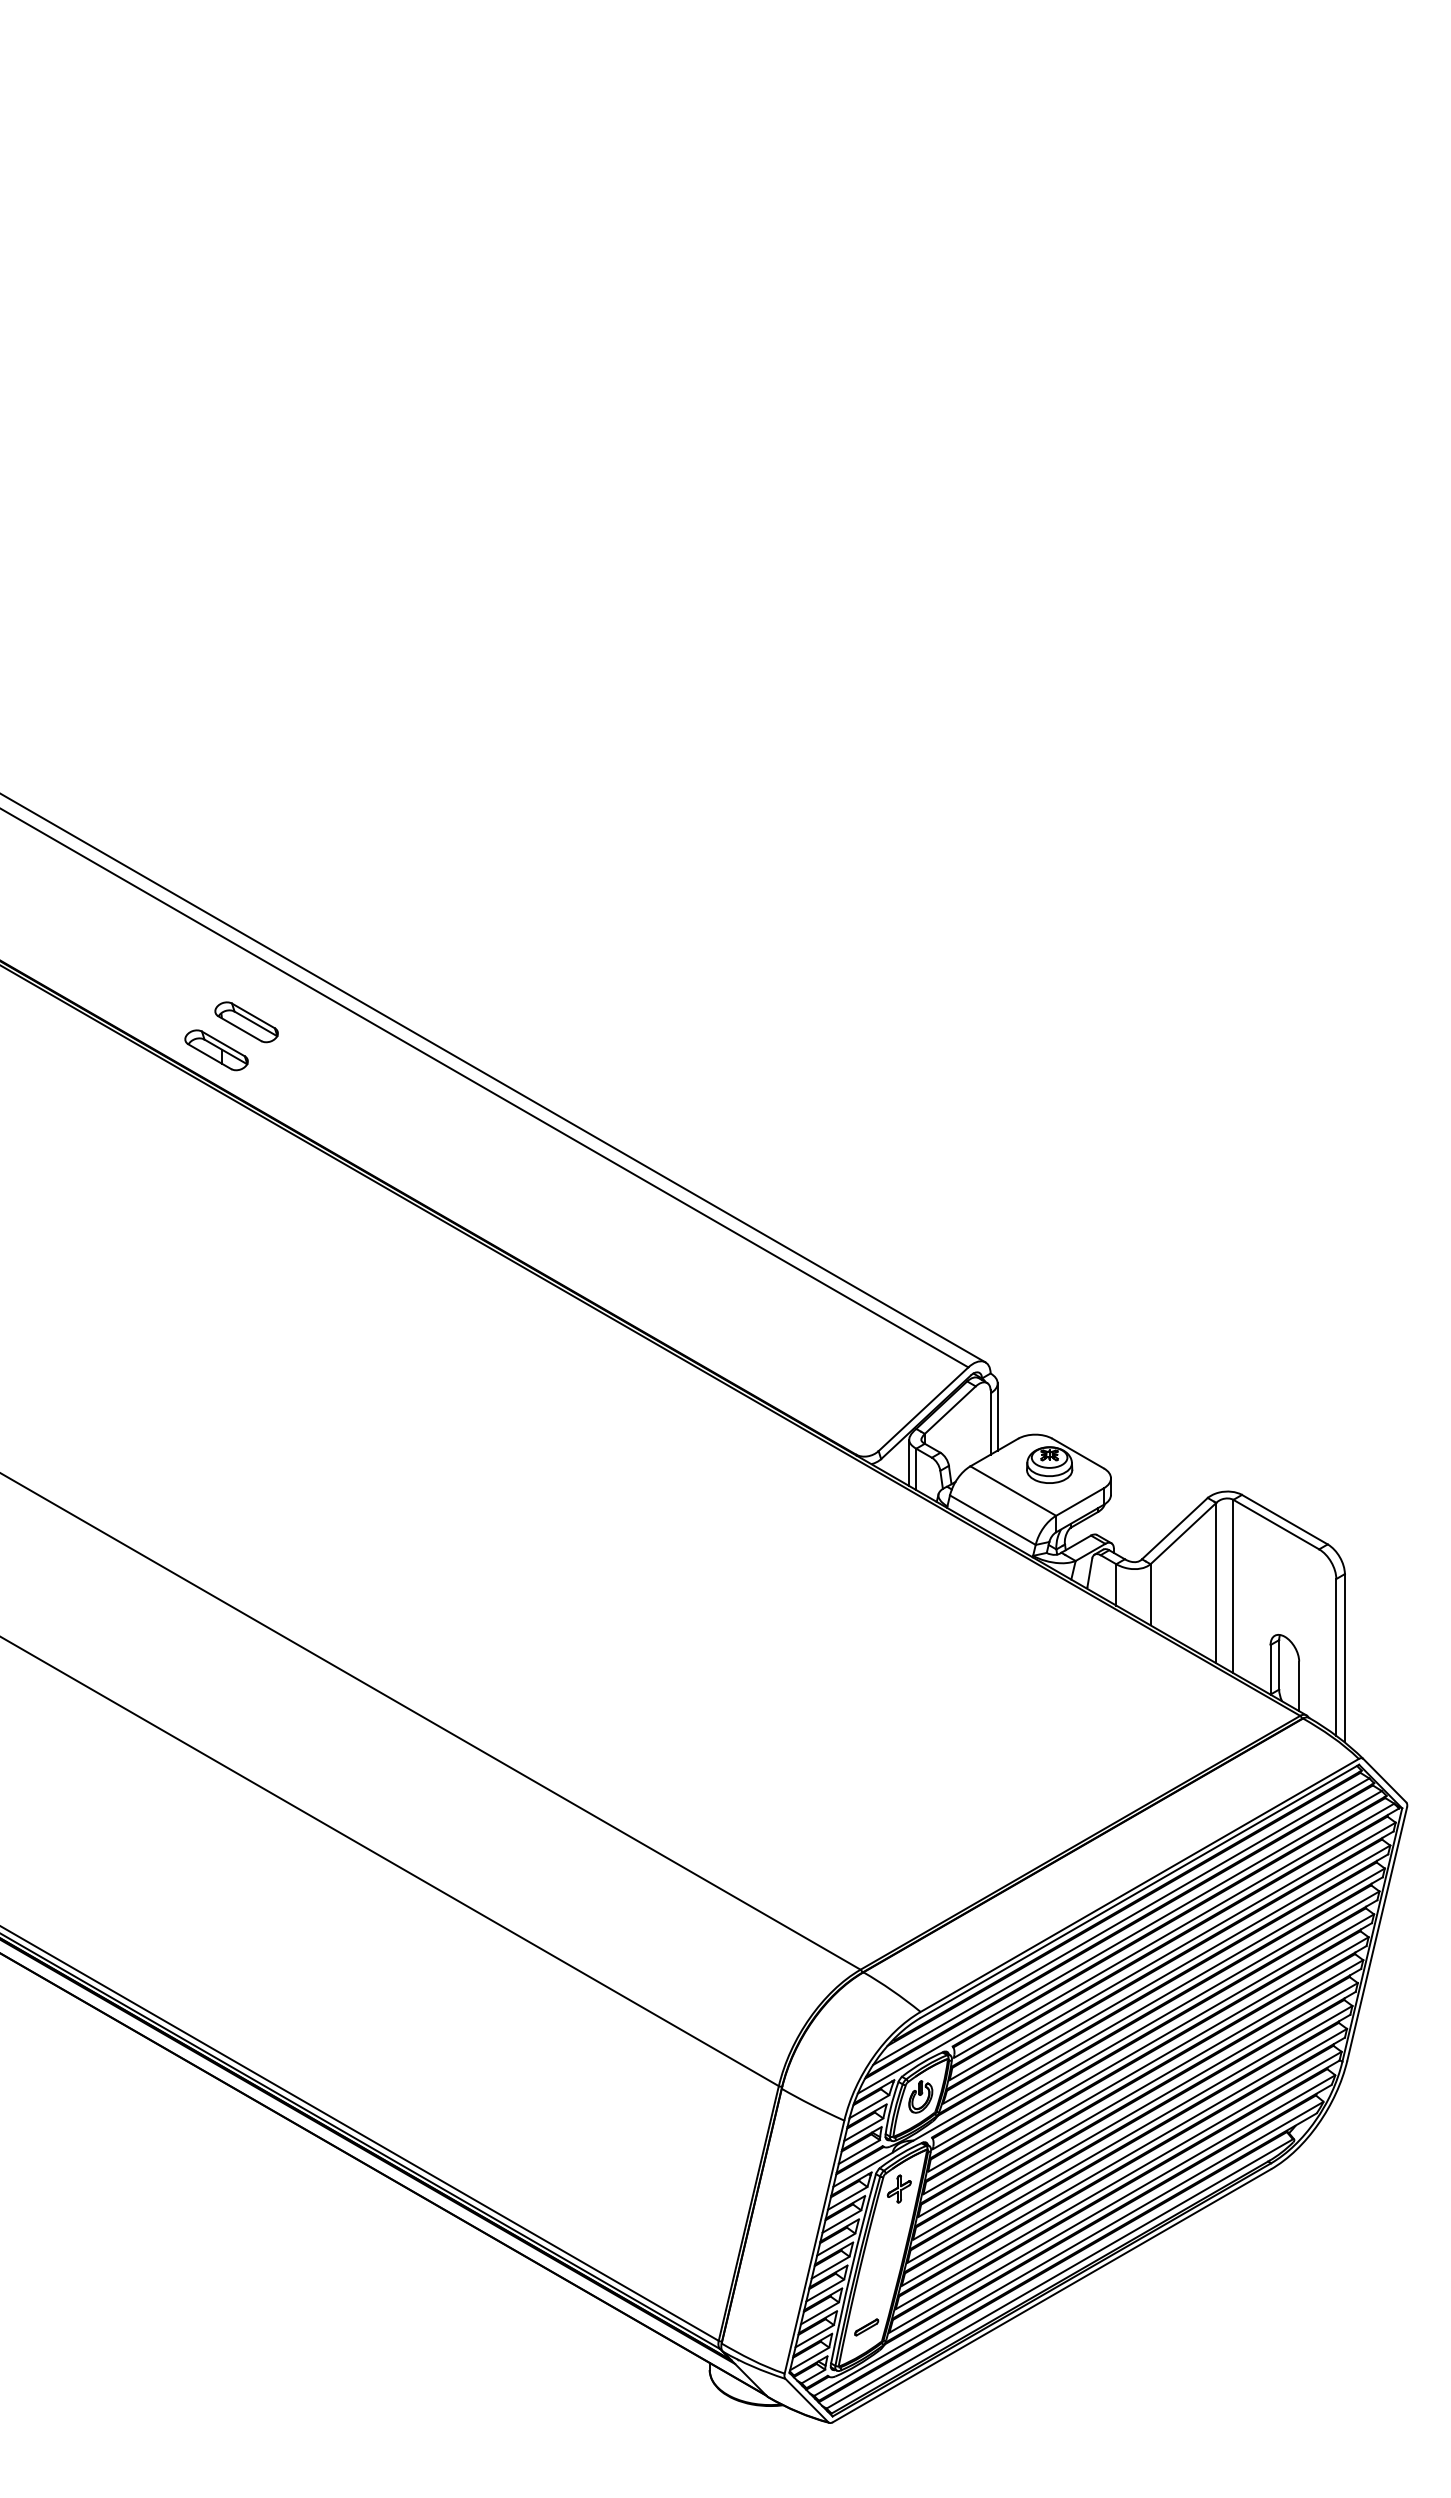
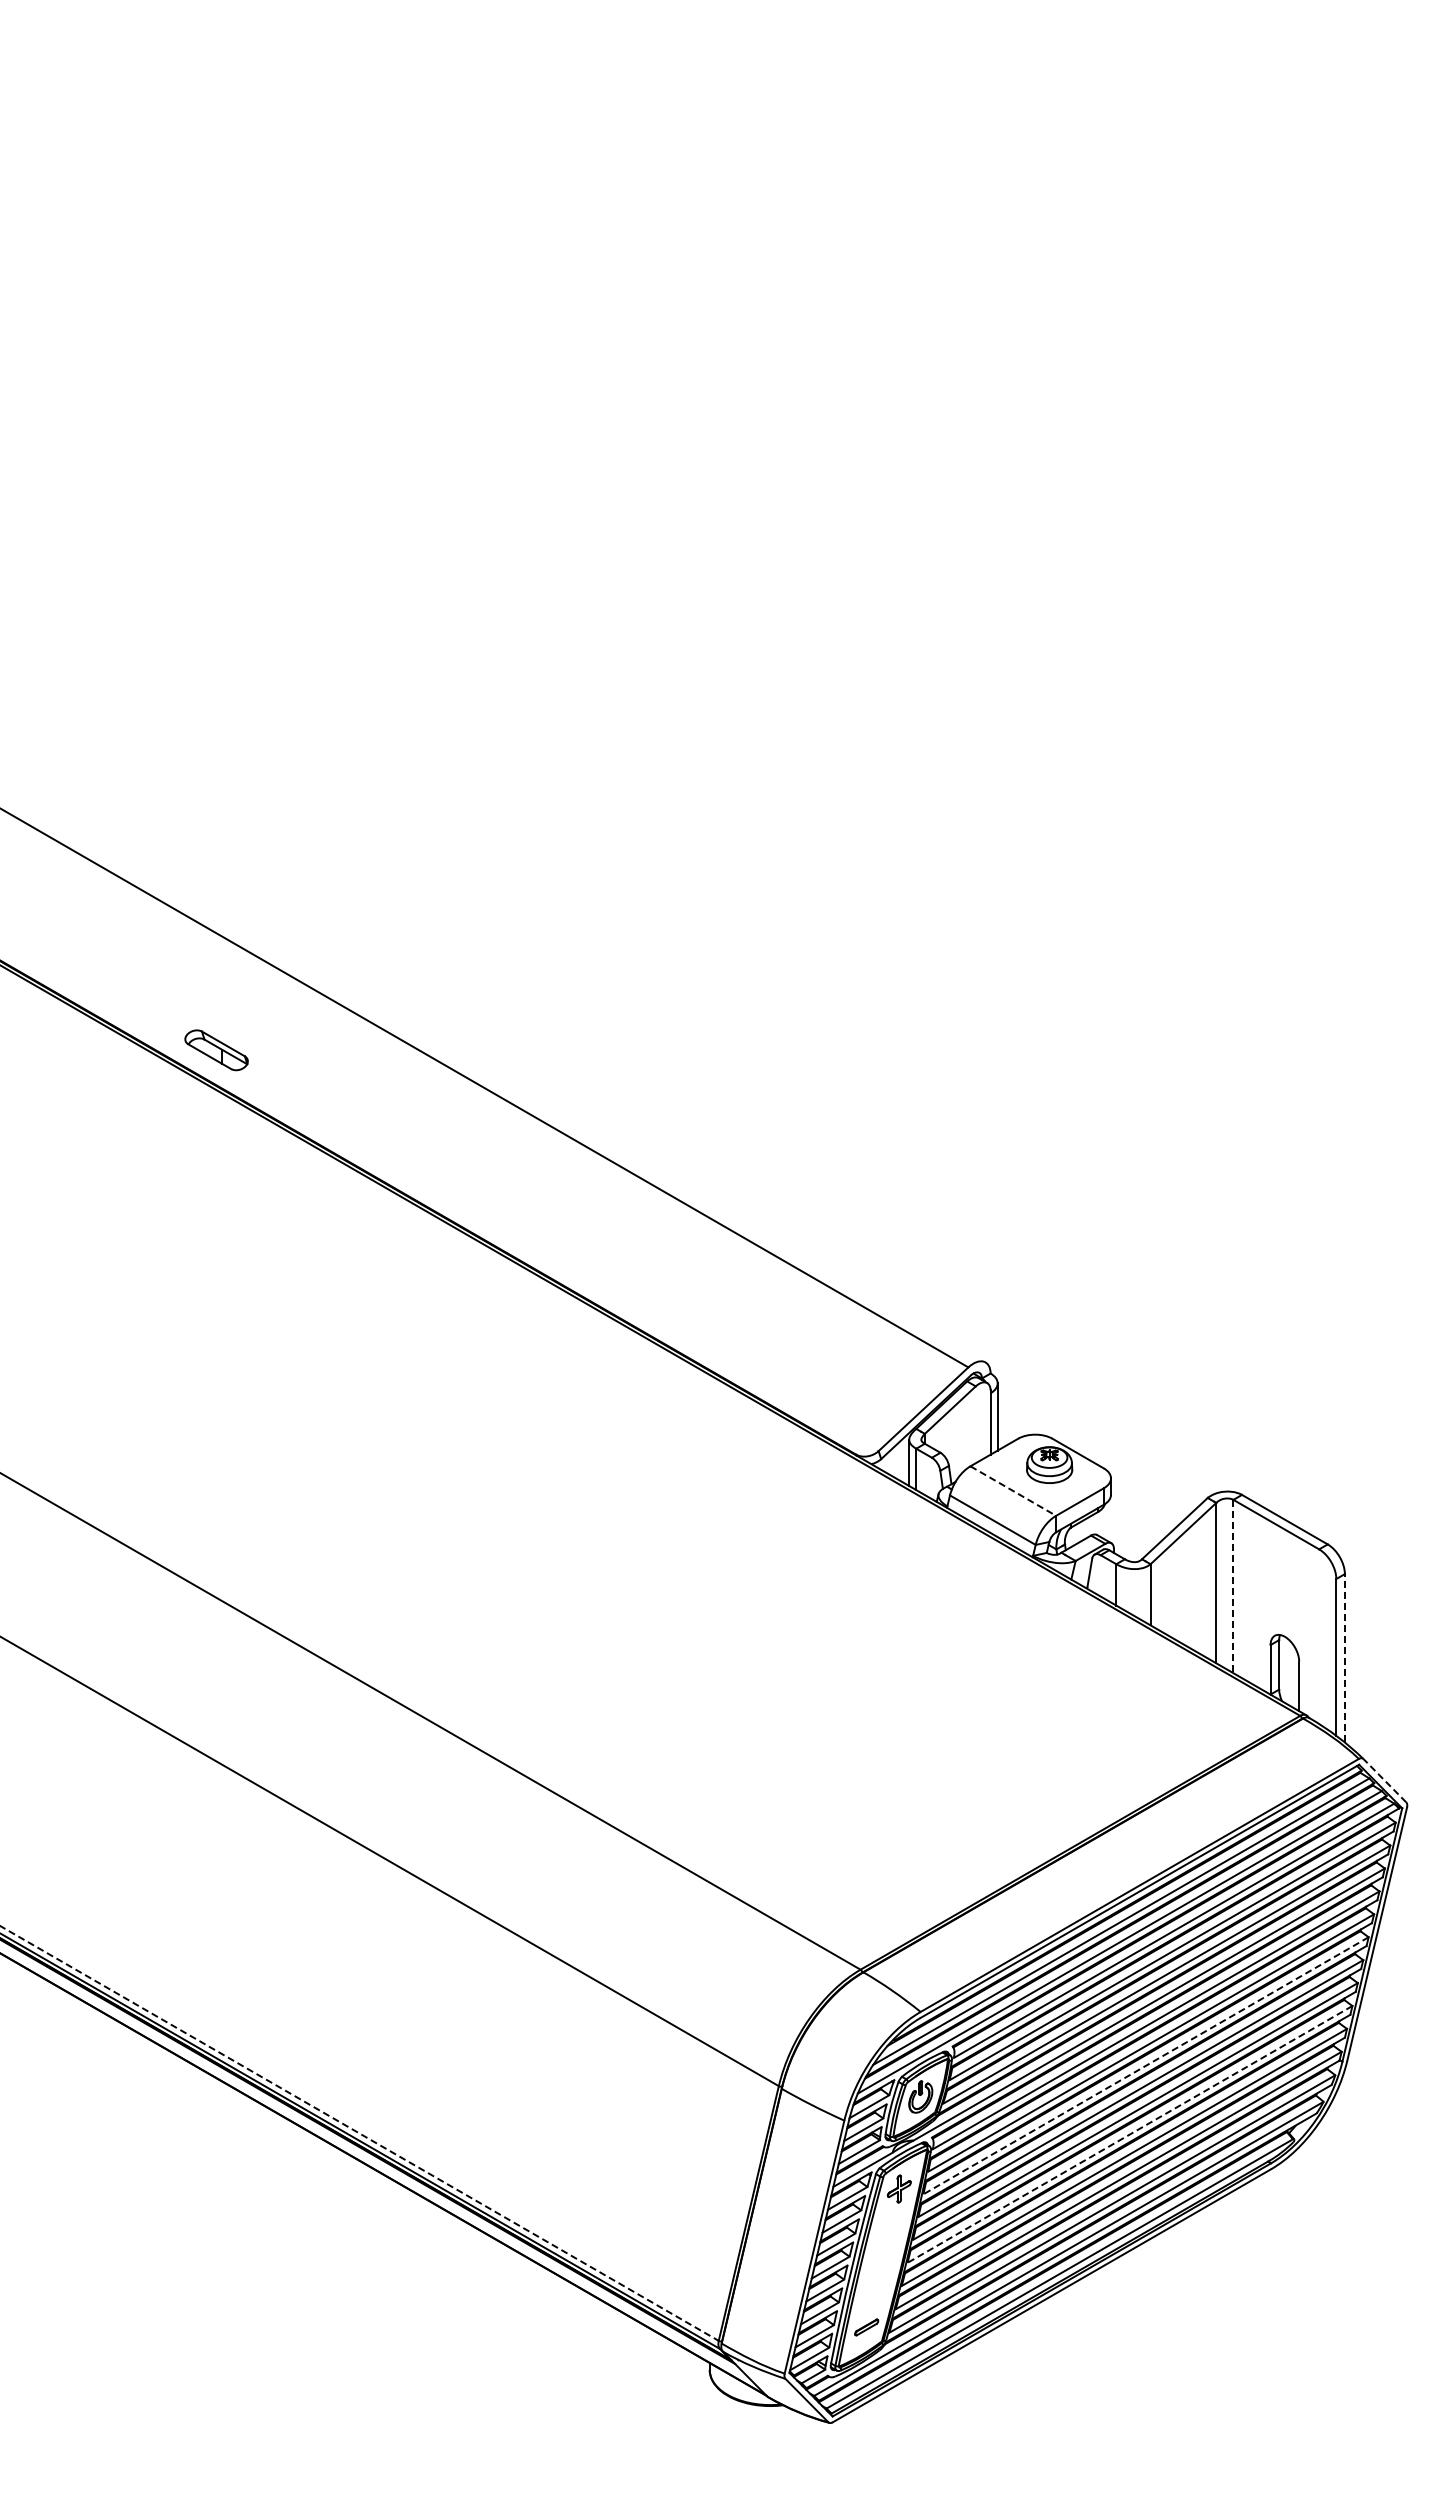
part at (246, 1022): present -> none
line at (493, 1078): present -> none
line at (1013, 1491): solid -> dashed
line at (1233, 1586): solid -> dashed
line at (1344, 1657): solid -> dashed
line at (1384, 1780): solid -> dashed
line at (1145, 2066): solid -> dashed
line at (359, 2133): solid -> dashed
line at (1129, 2134): solid -> dashed
